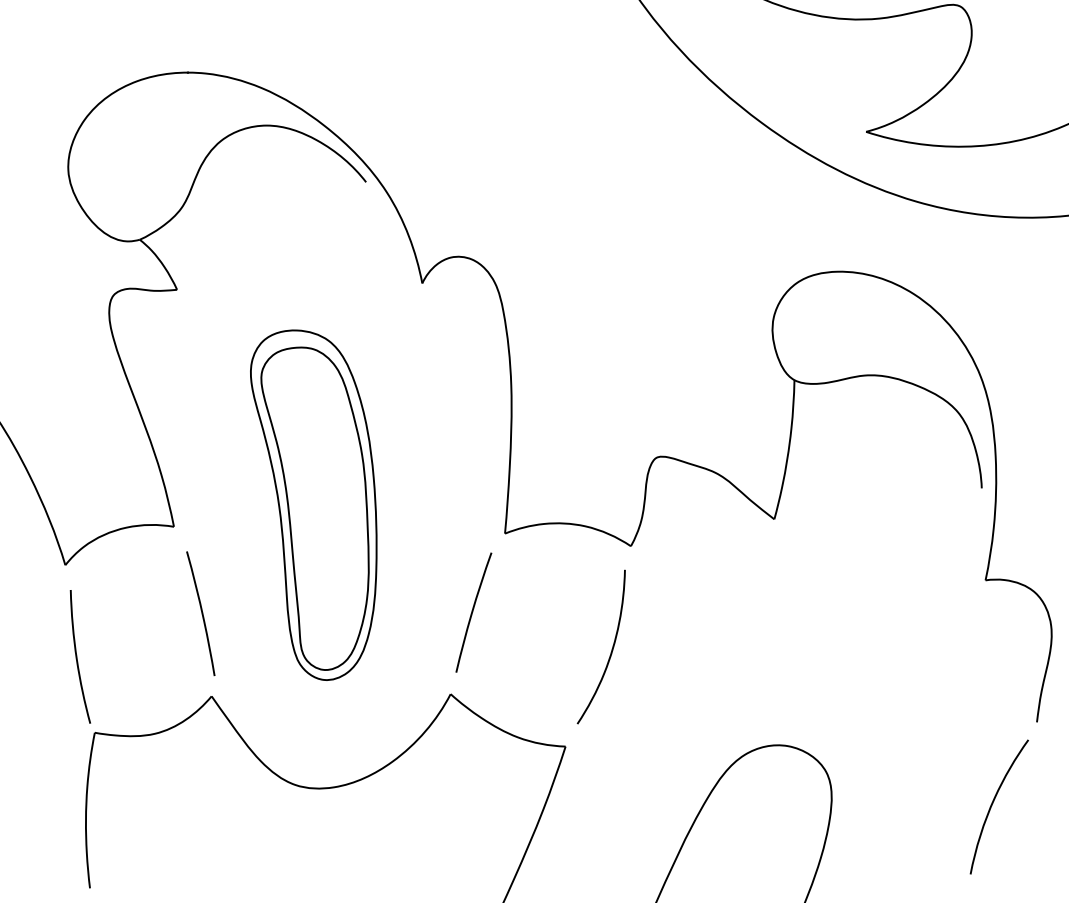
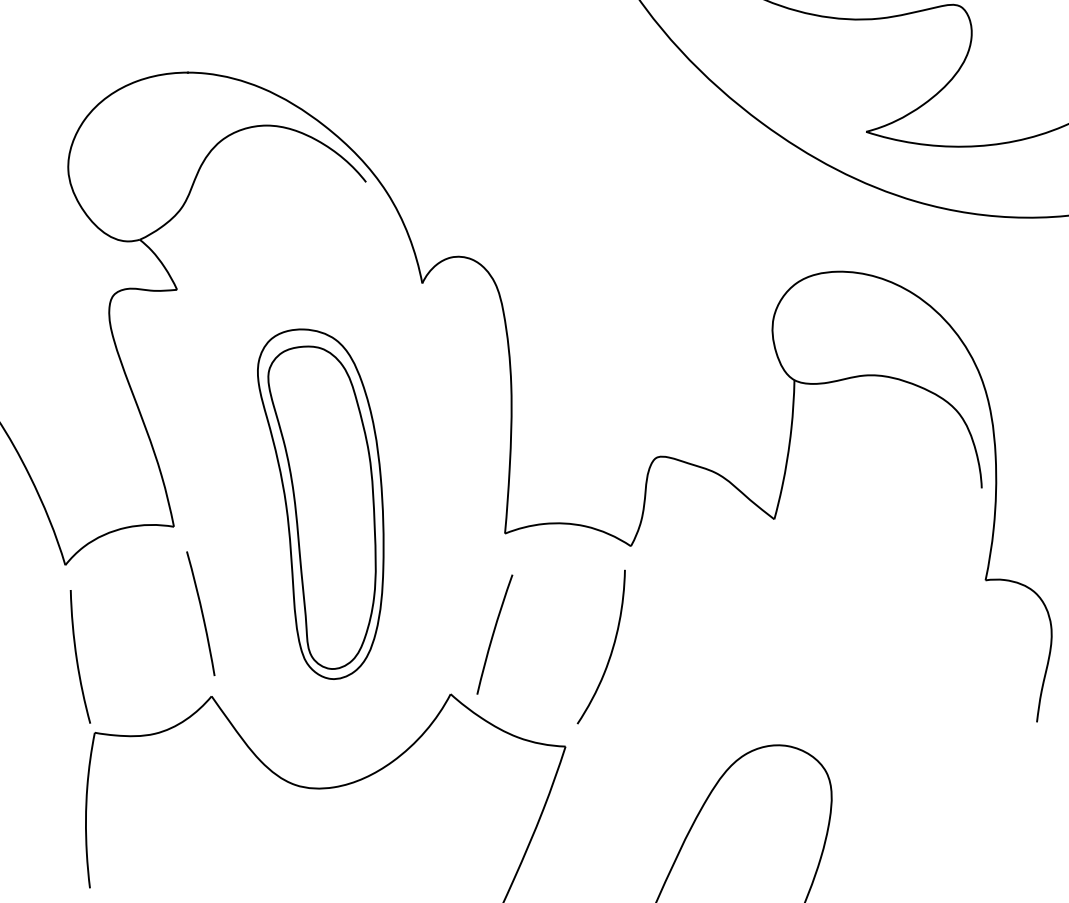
part at (313, 504) position: (313, 504) -> (320, 503)
curve at (473, 612) position: (473, 612) -> (494, 634)
curve at (993, 803): present -> none
